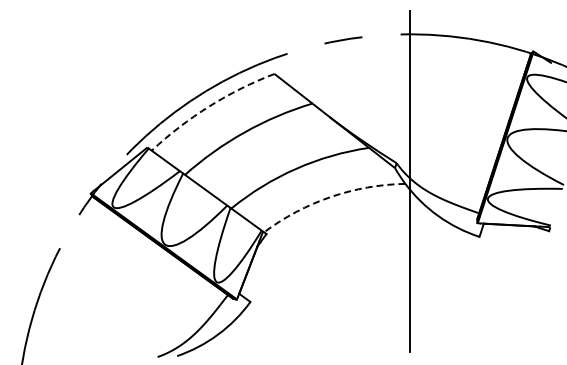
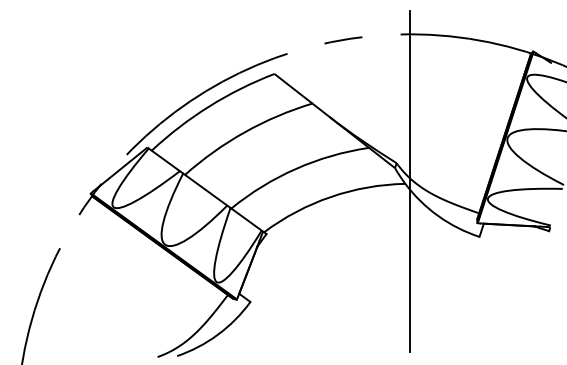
arc at (209, 106): dashed -> solid
arc at (330, 196): dashed -> solid
